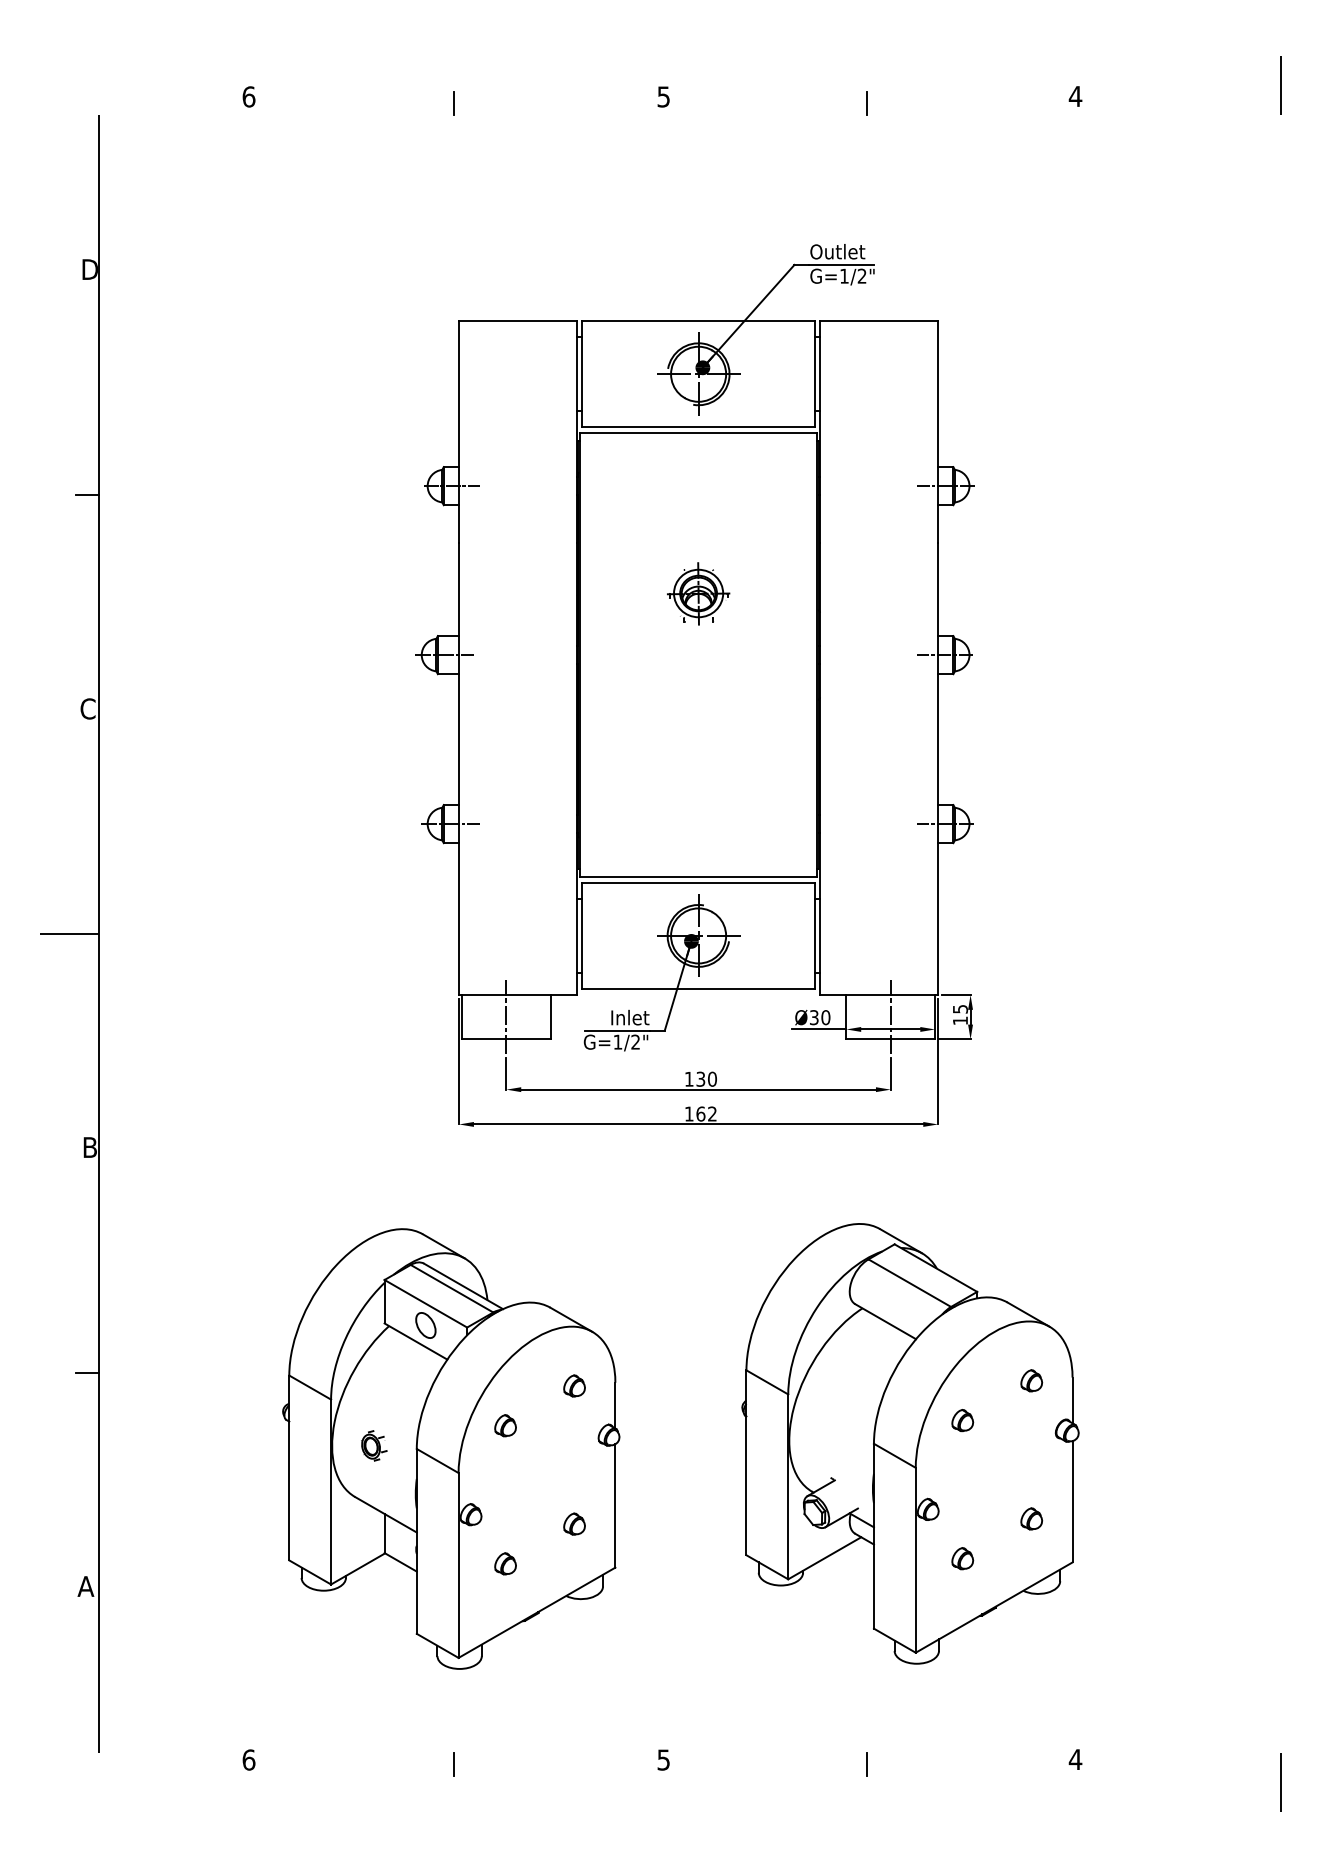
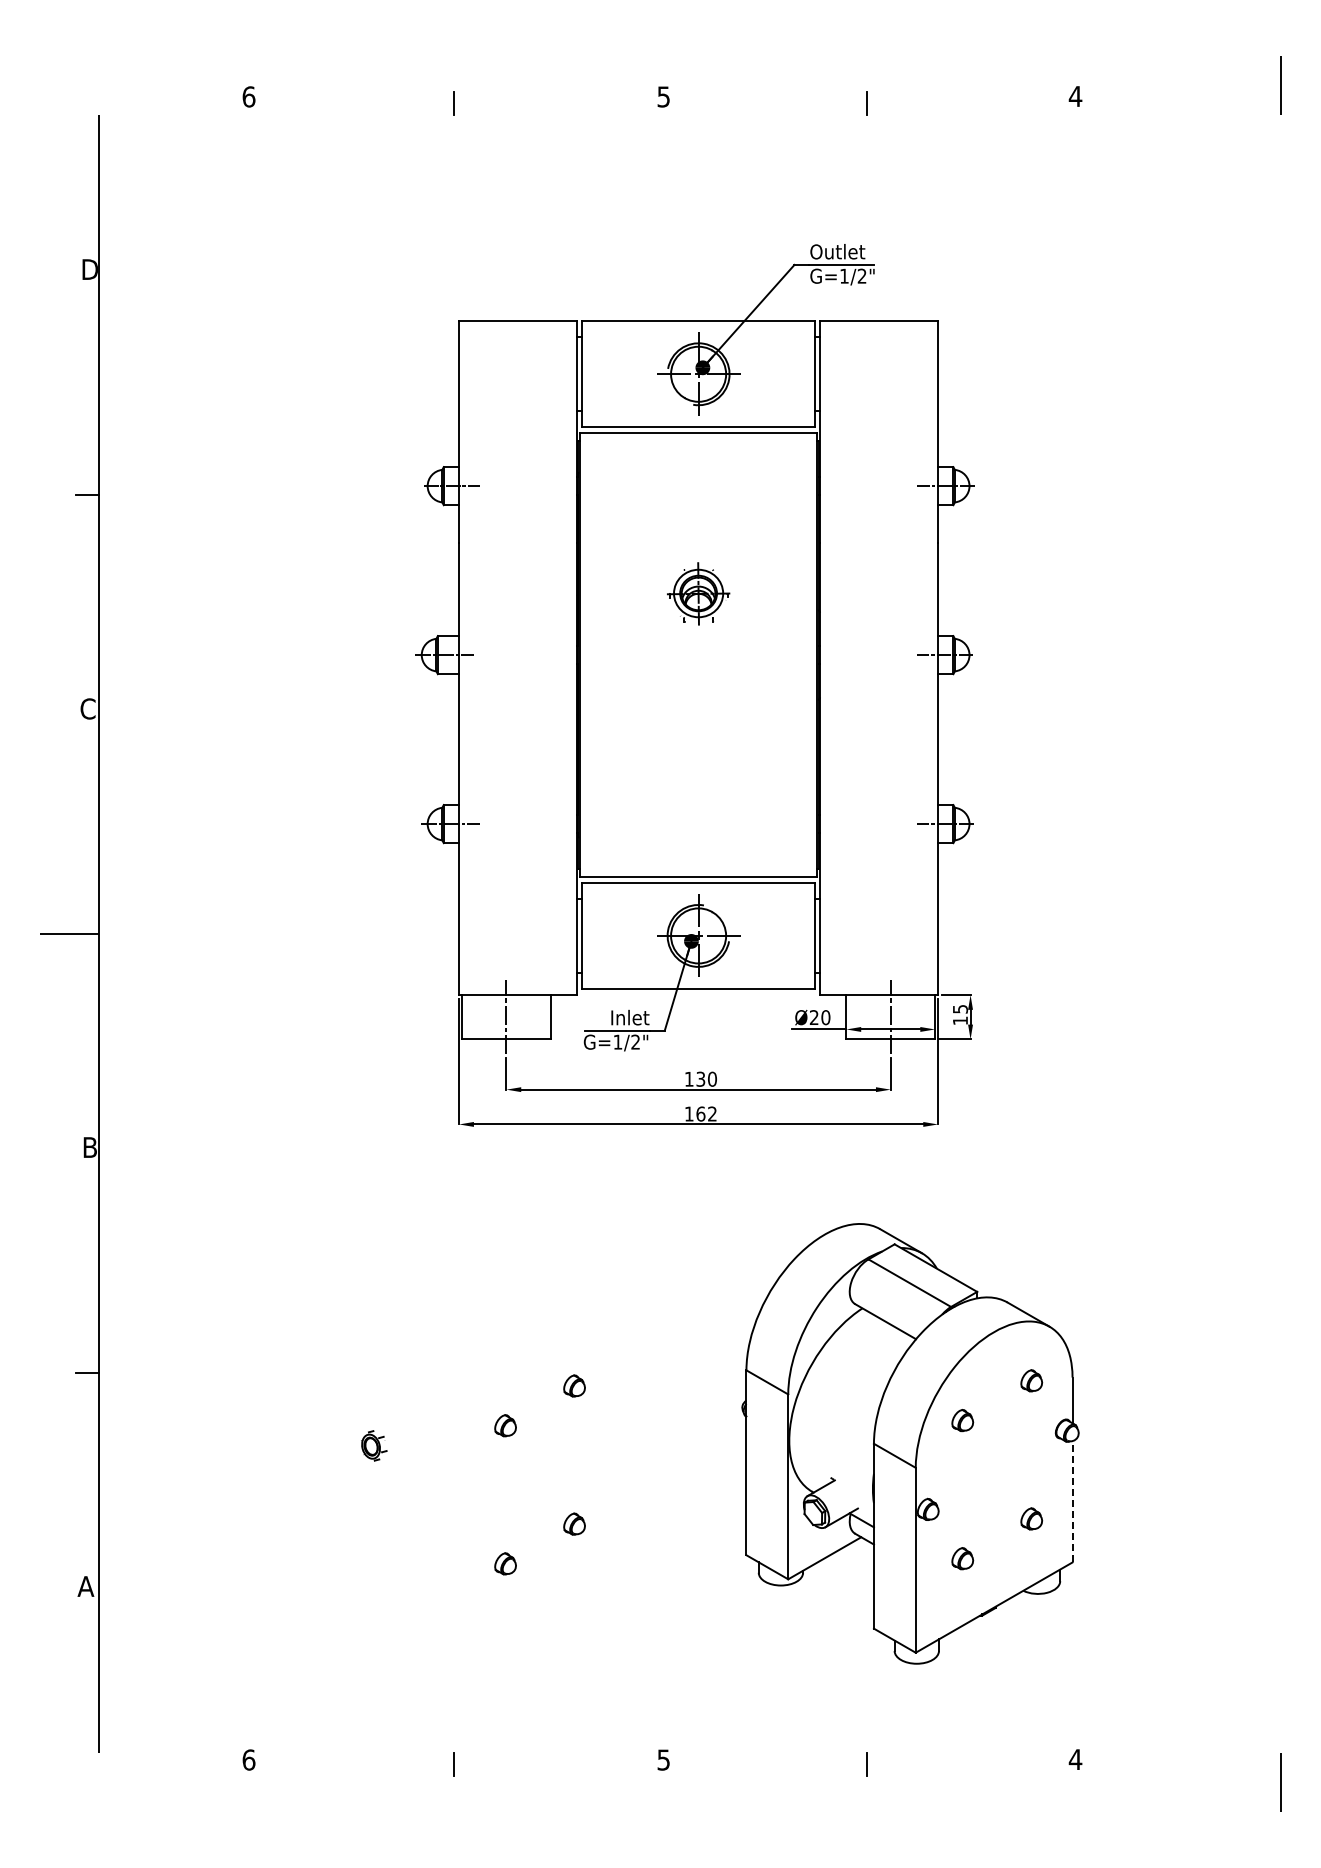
text at (814, 1017): Ø30 -> Ø20
part at (451, 1448): present -> none
line at (1072, 1501): solid -> dashed
